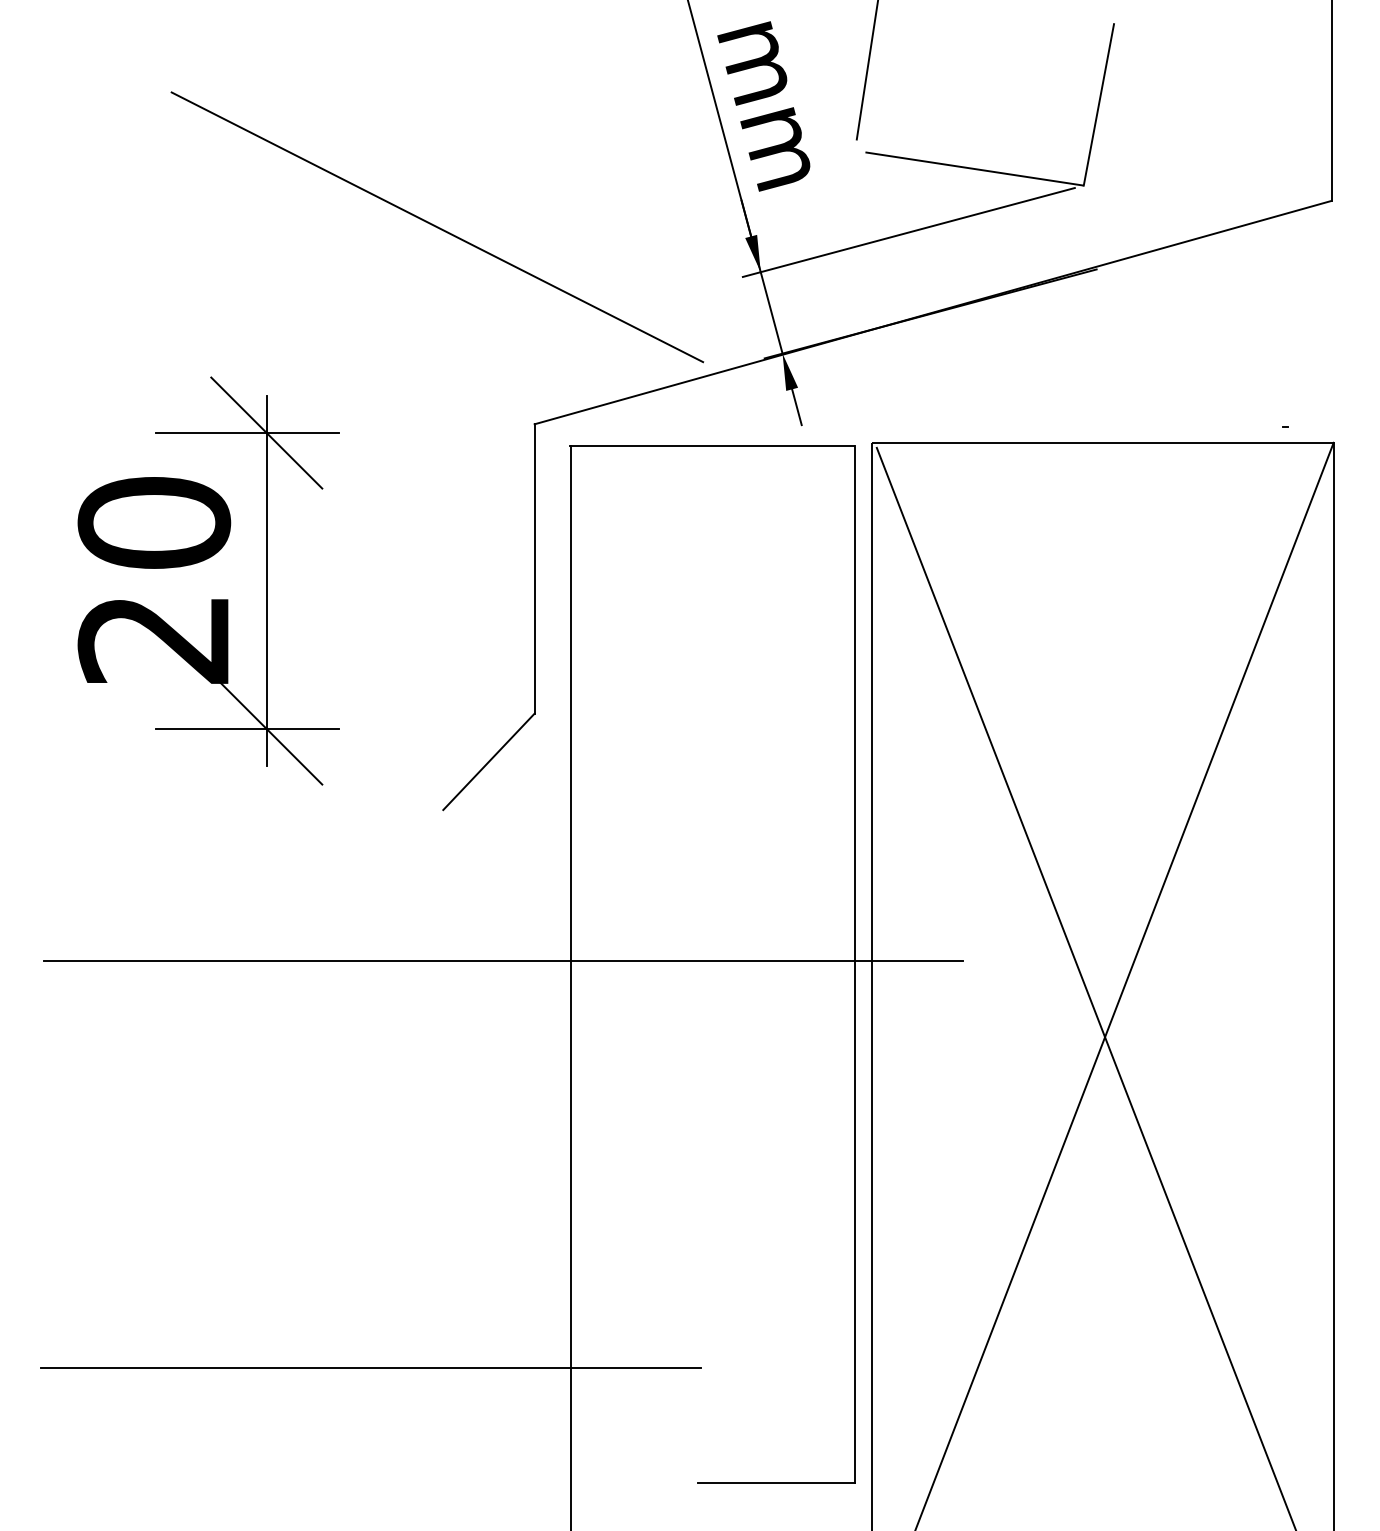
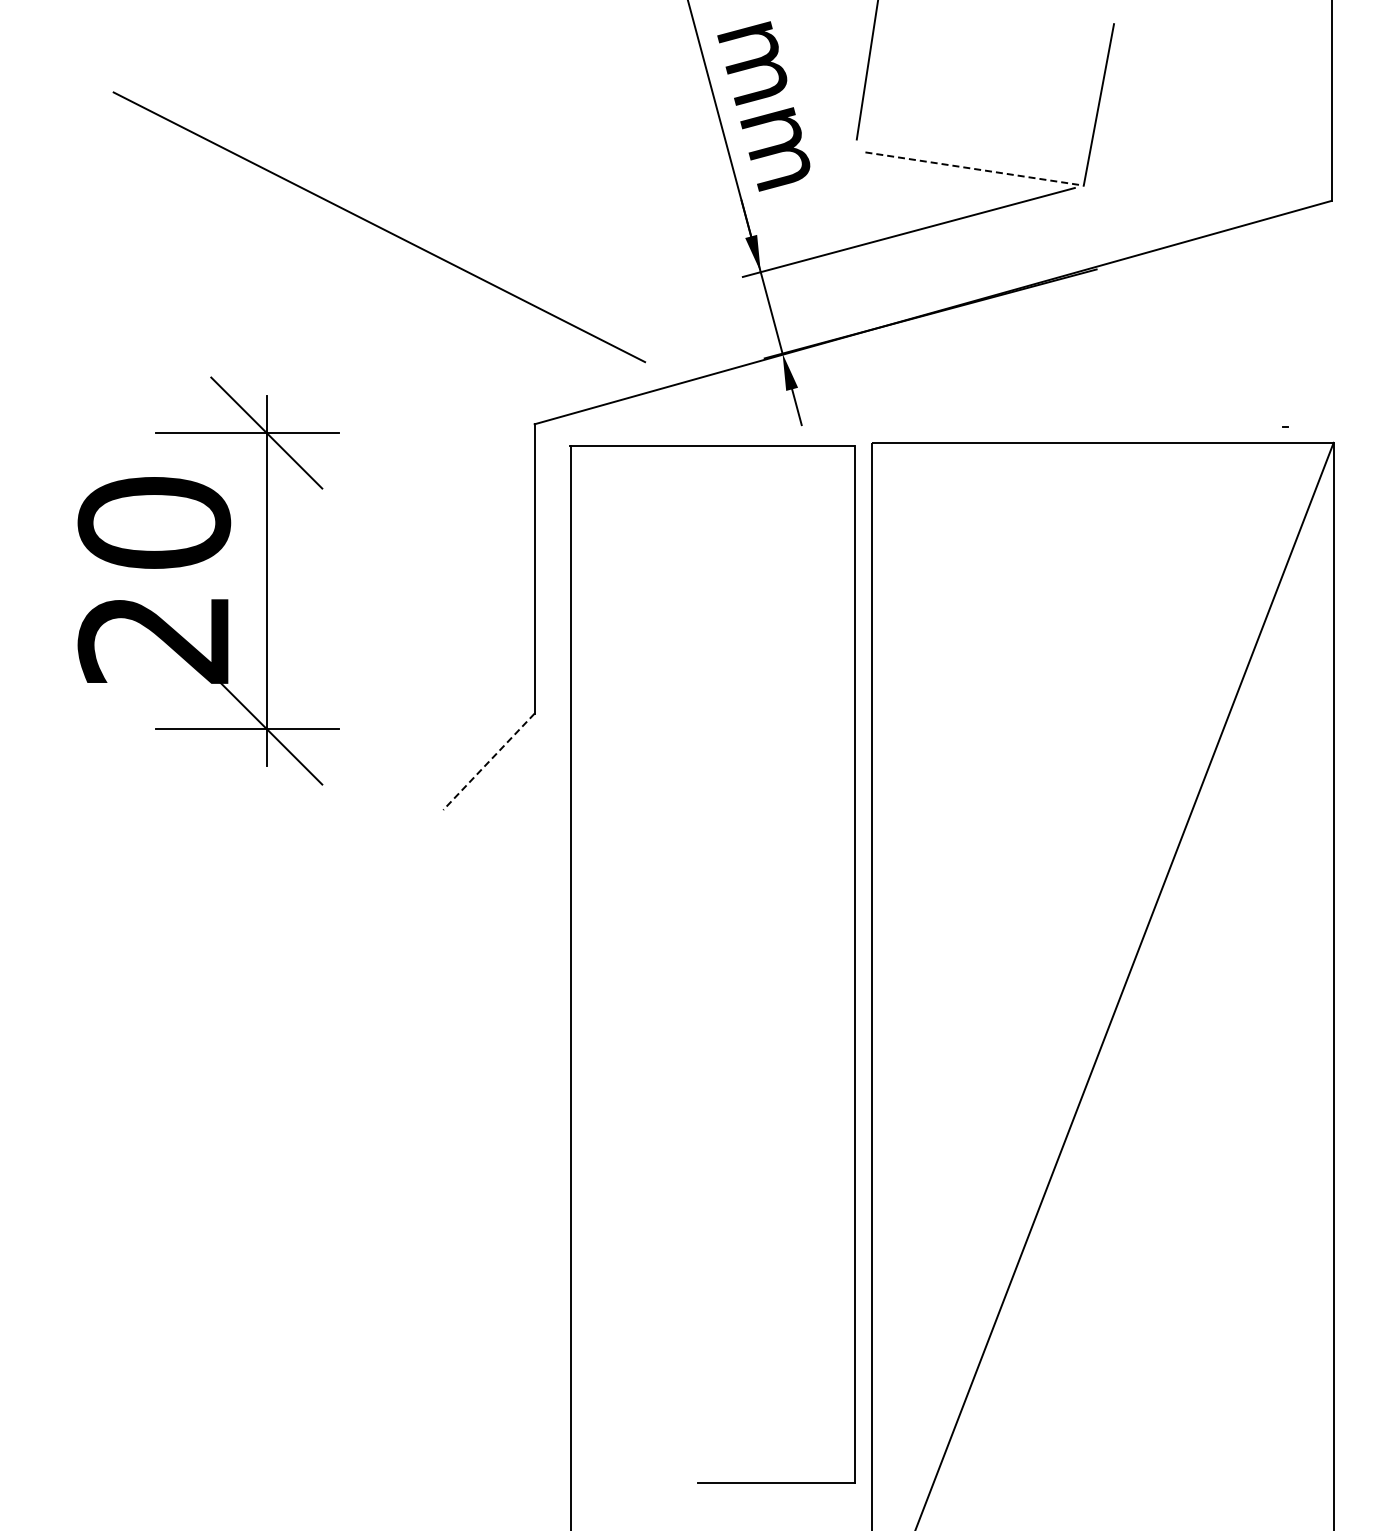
line at (975, 169): solid -> dashed
line at (437, 227) position: (437, 227) -> (379, 227)
line at (488, 762): solid -> dashed
line at (503, 960): present -> none
line at (1085, 987): present -> none
line at (371, 1367): present -> none
